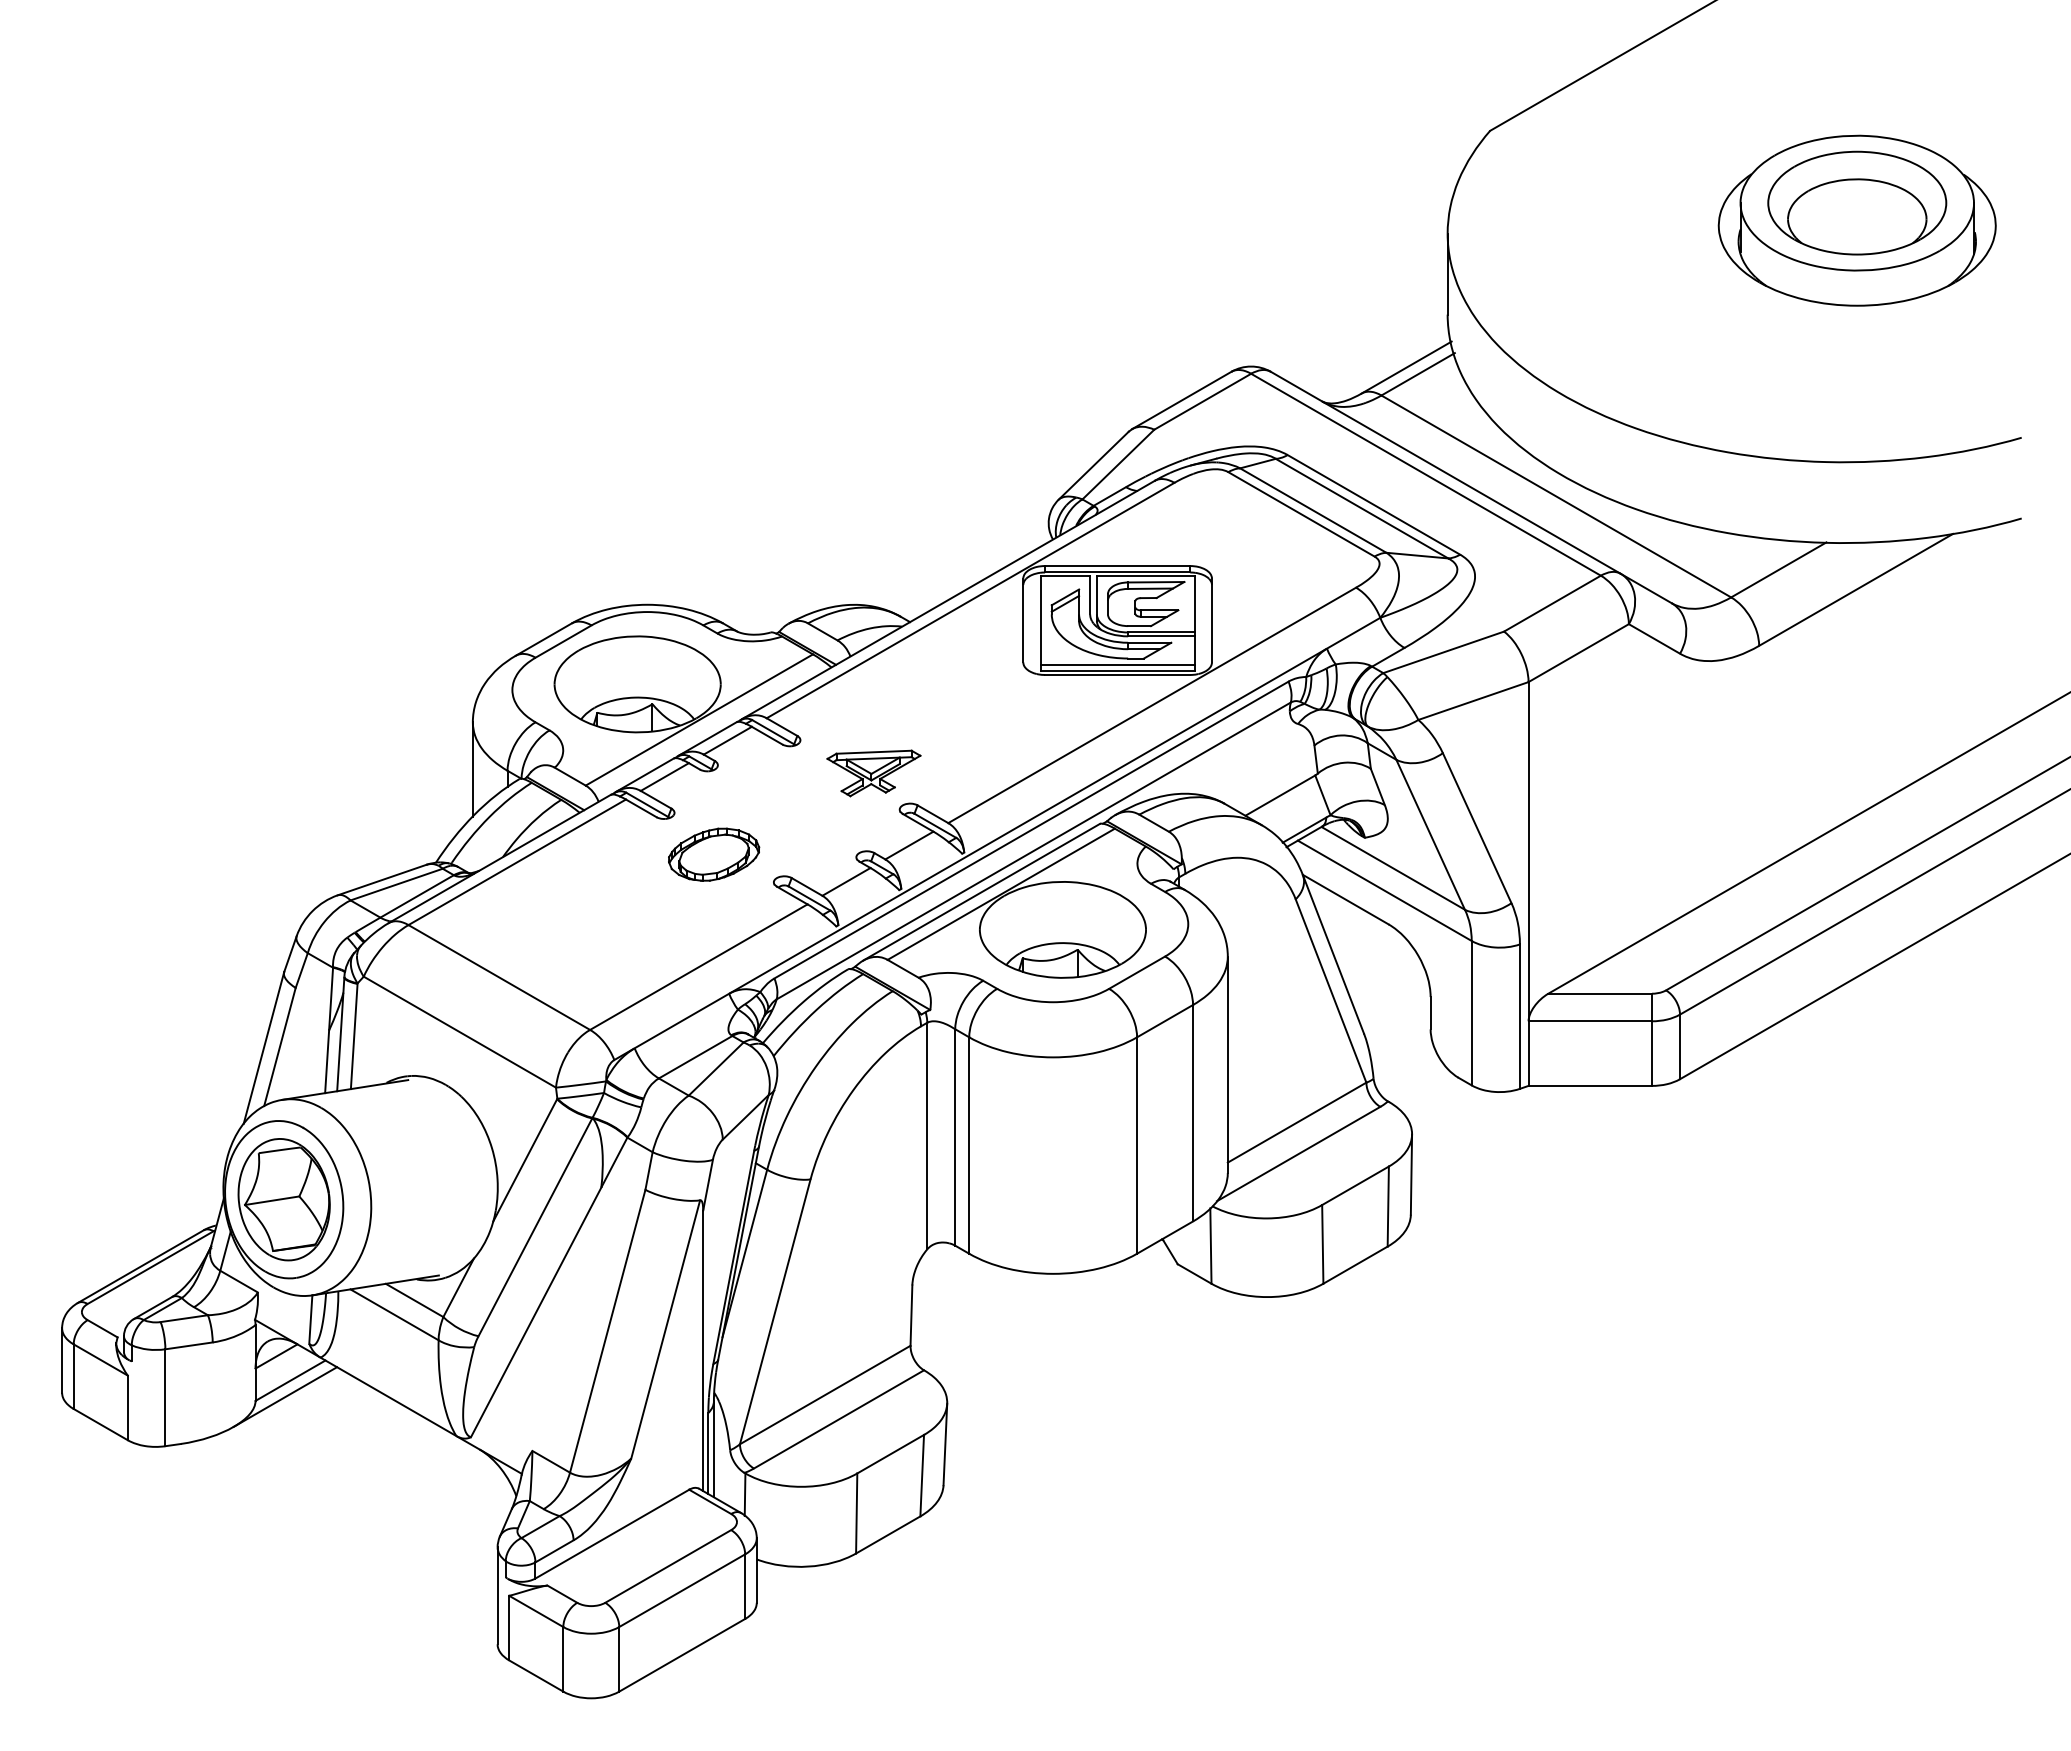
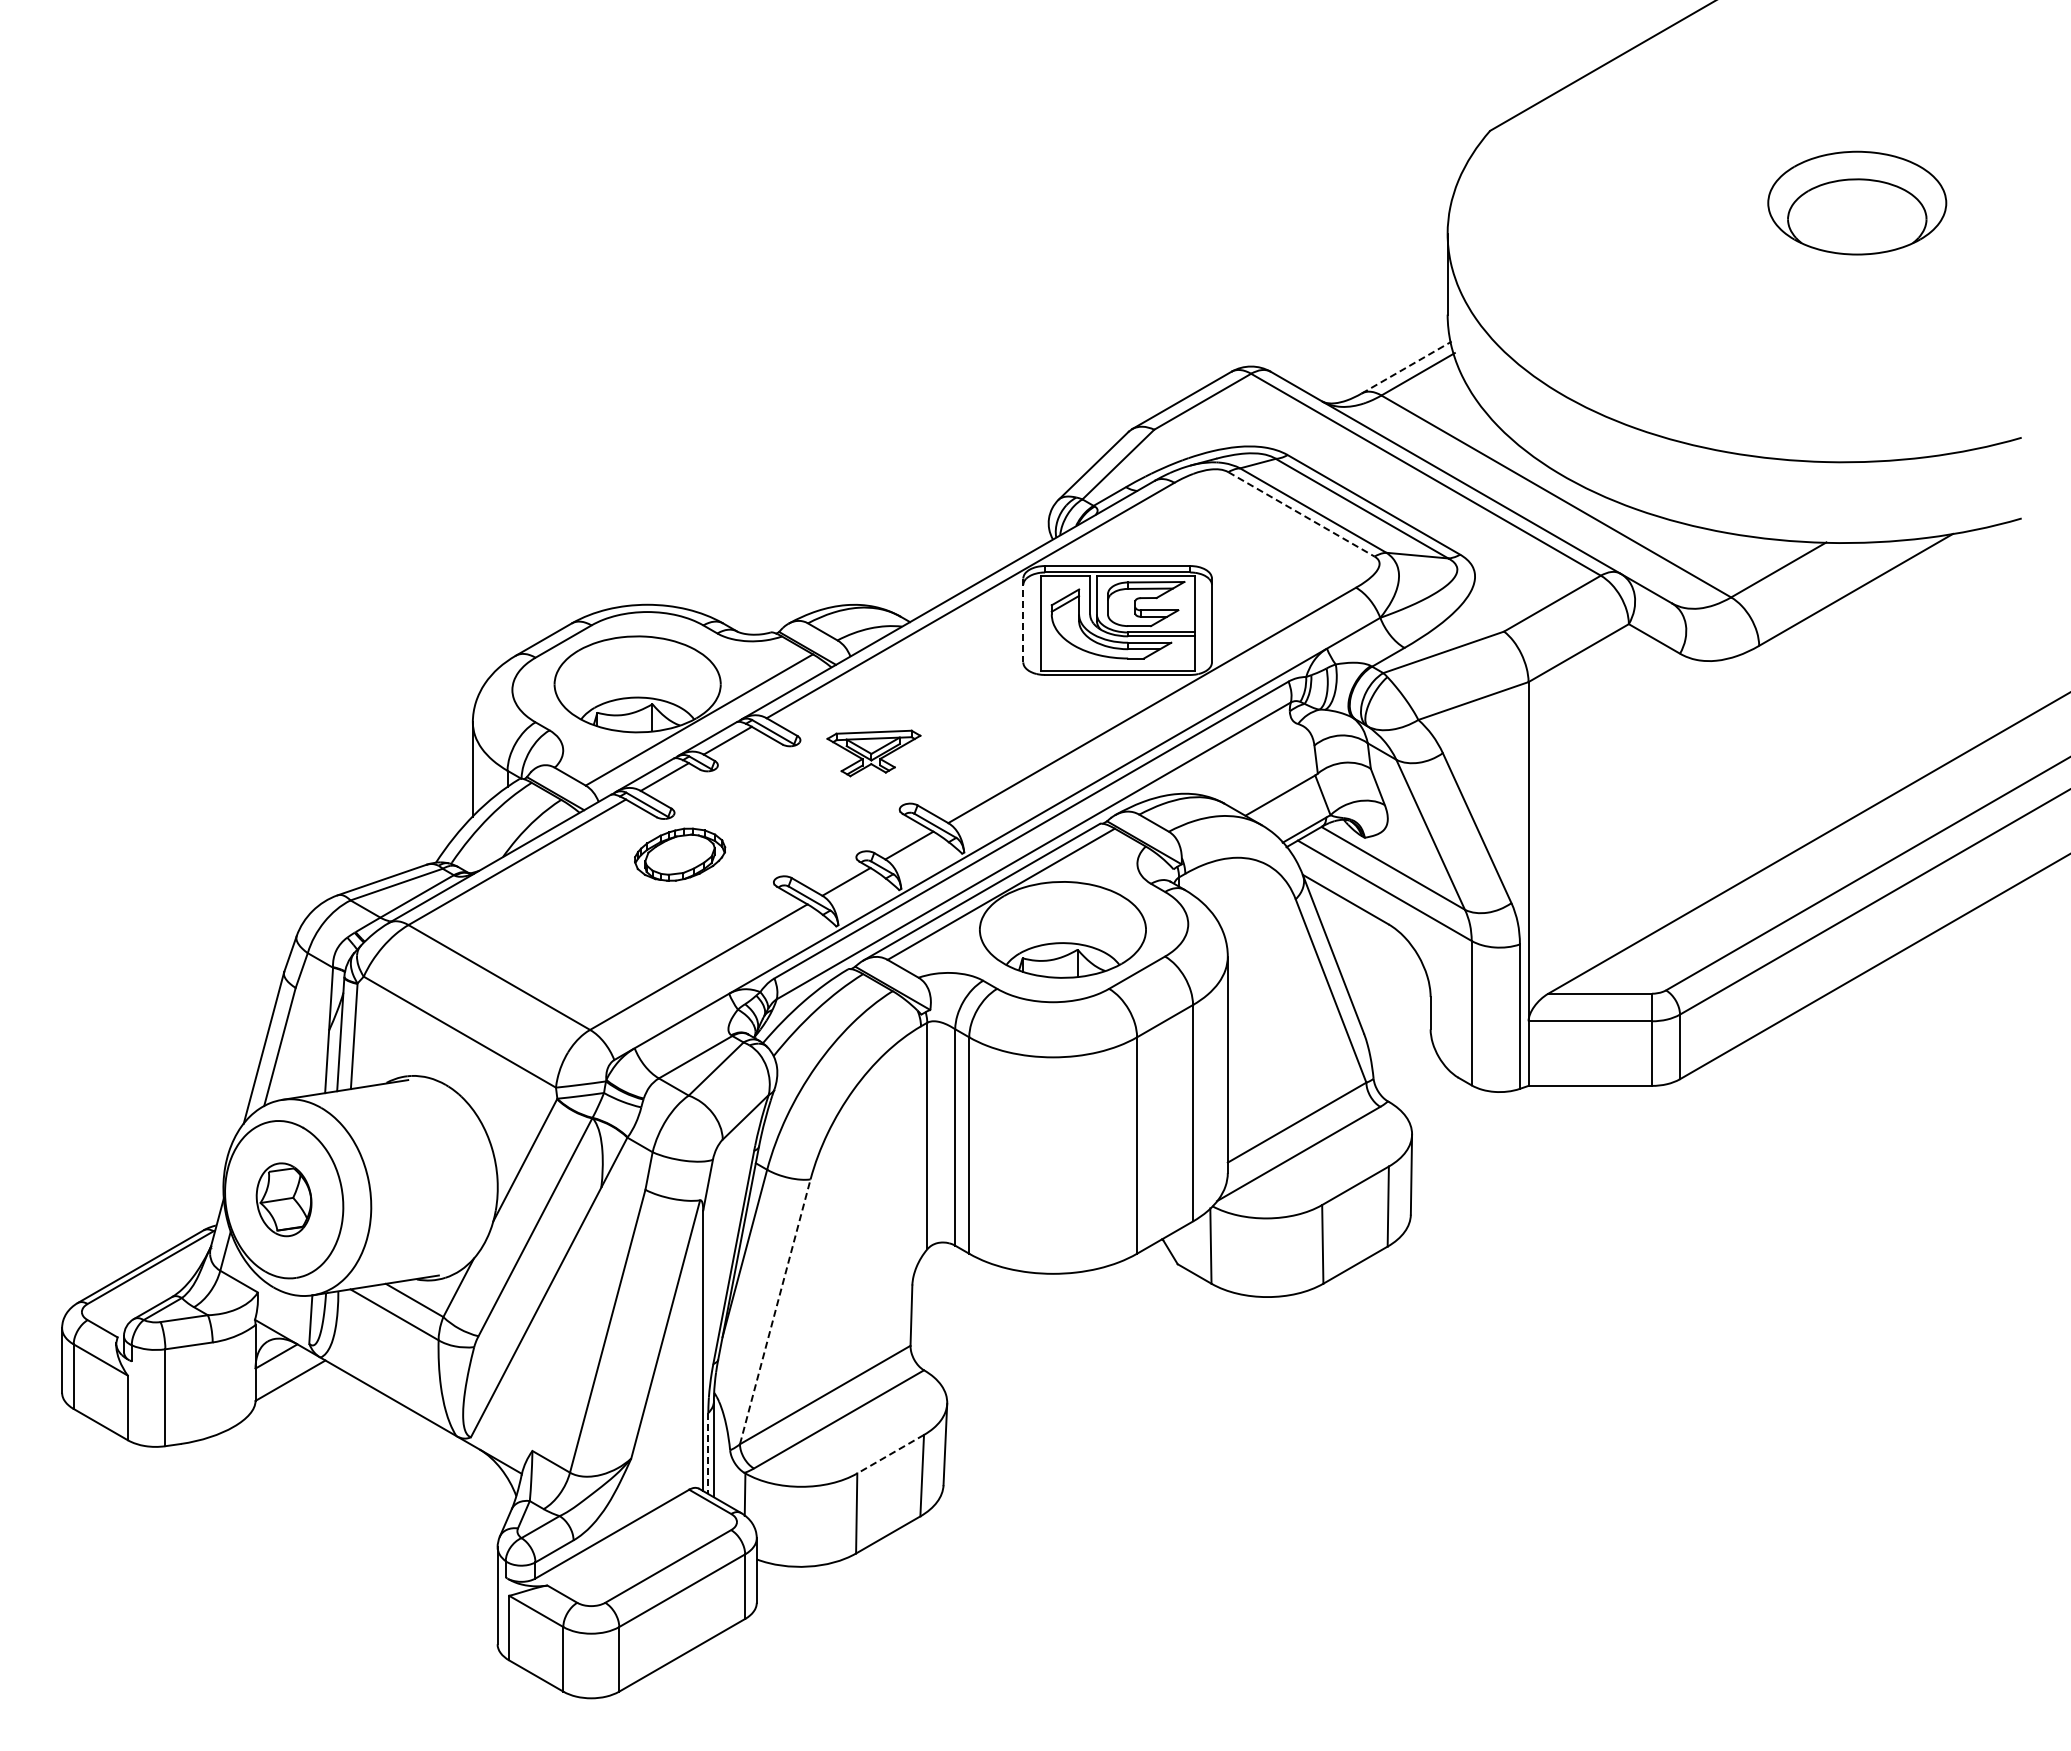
part at (1856, 220): present -> none
line at (1406, 367): solid -> dashed
line at (1301, 514): solid -> dashed
line at (1023, 620): solid -> dashed
line at (1117, 664): present -> none
part at (873, 773) position: (873, 773) -> (873, 753)
part at (714, 854) position: (714, 854) -> (680, 854)
part at (283, 1199) size: 94x124 px -> 58x76 px
line at (775, 1311): solid -> dashed
line at (285, 1396): present -> none
line at (708, 1453): solid -> dashed
line at (890, 1454): solid -> dashed
